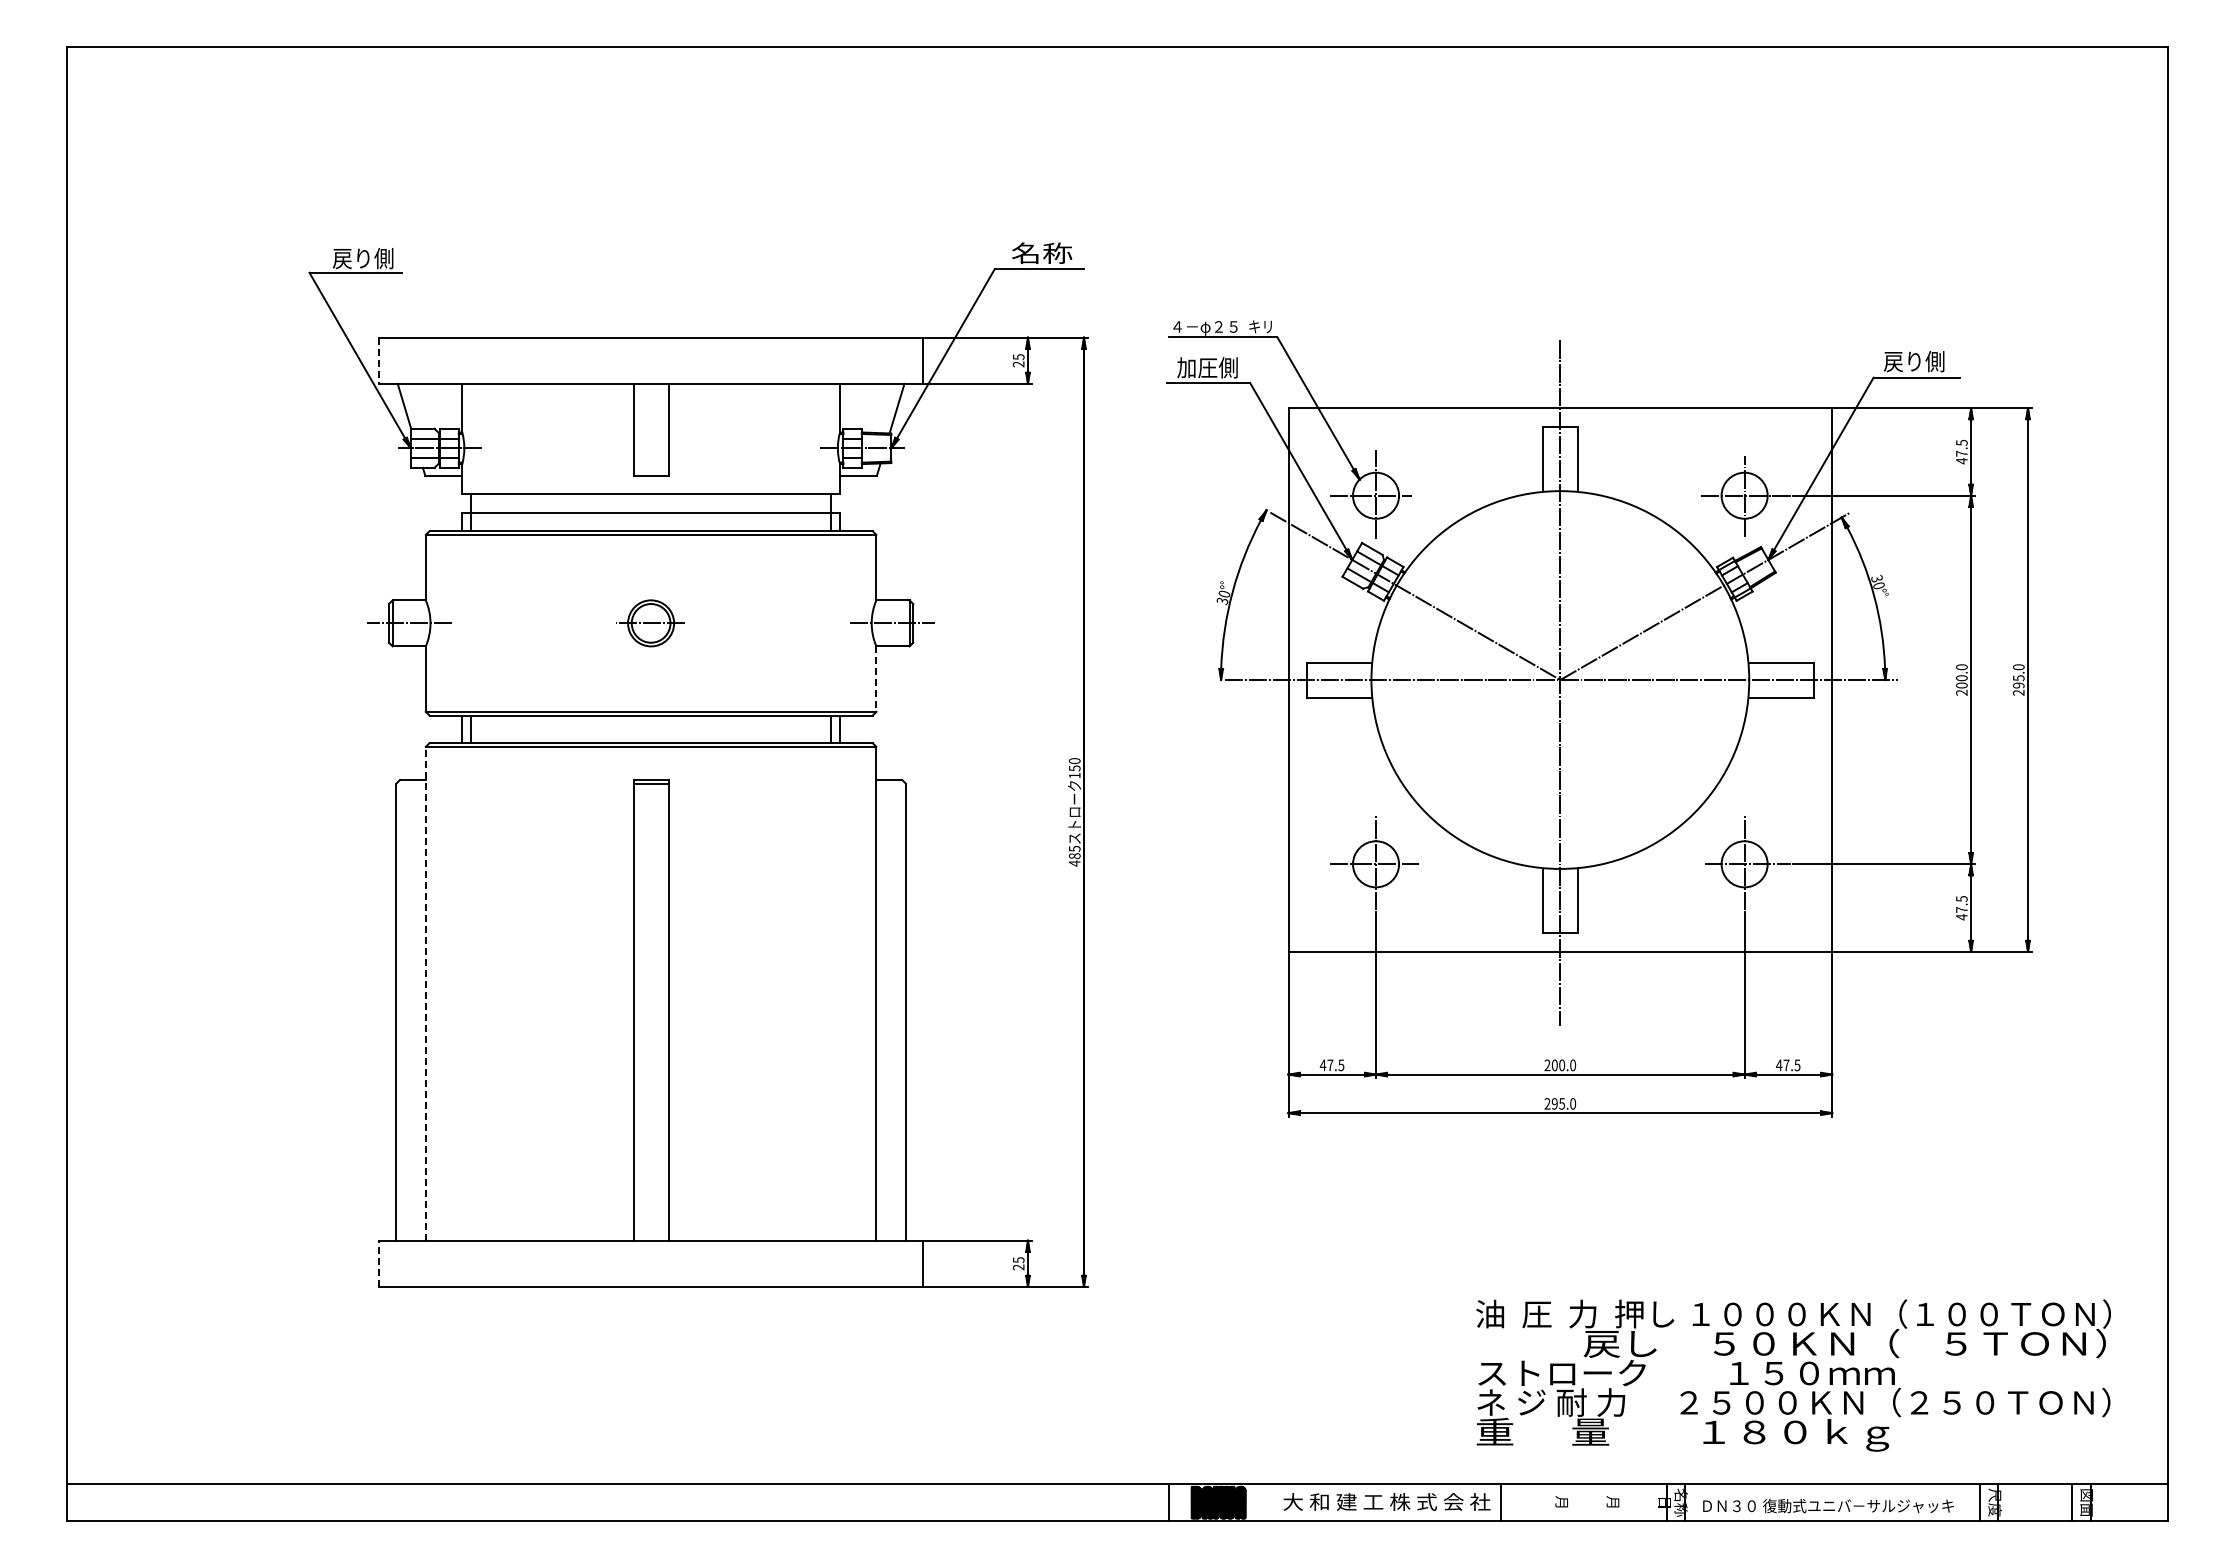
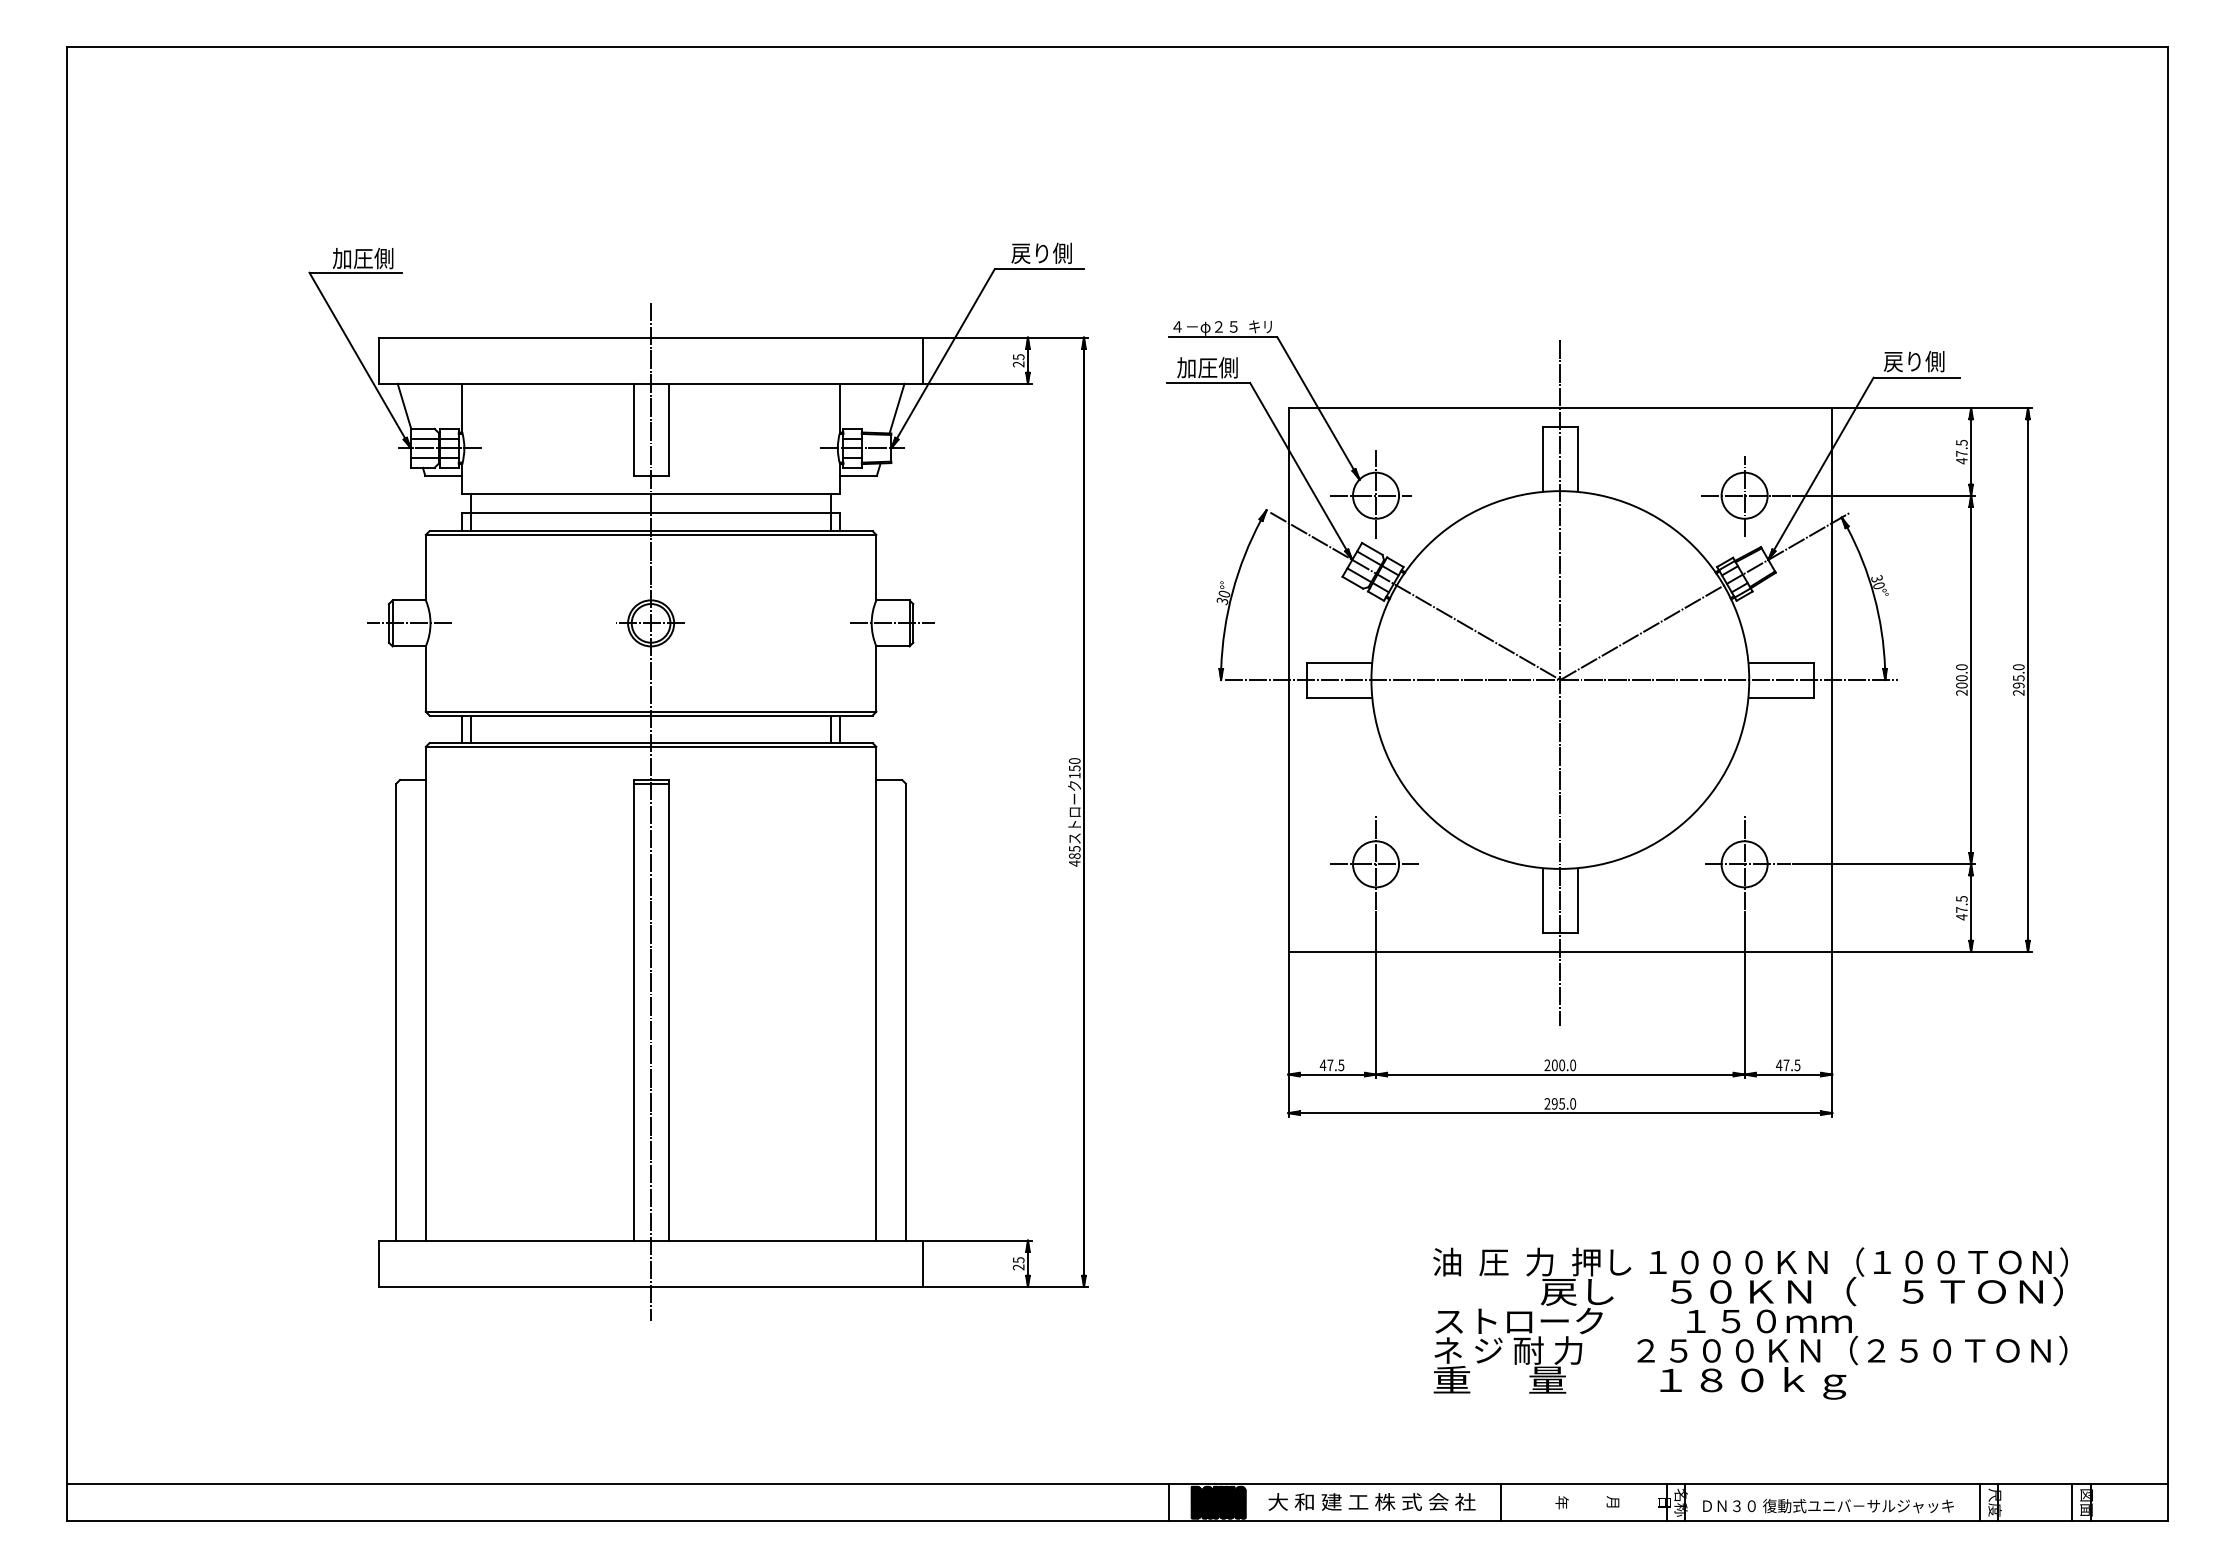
text at (1041, 253): 名称 -> 戻り側
text at (352, 258): 戻り側 -> 加圧側
line at (379, 361): dashed -> solid
line at (876, 679): dashed -> solid
line at (651, 811): none -> present
line at (425, 993): dashed -> solid
line at (379, 1263): dashed -> solid
text at (1793, 1375) position: (1793, 1375) -> (1750, 1323)
text at (1386, 1501) position: (1386, 1501) -> (1371, 1501)
text at (1561, 1502): 月 -> 年
